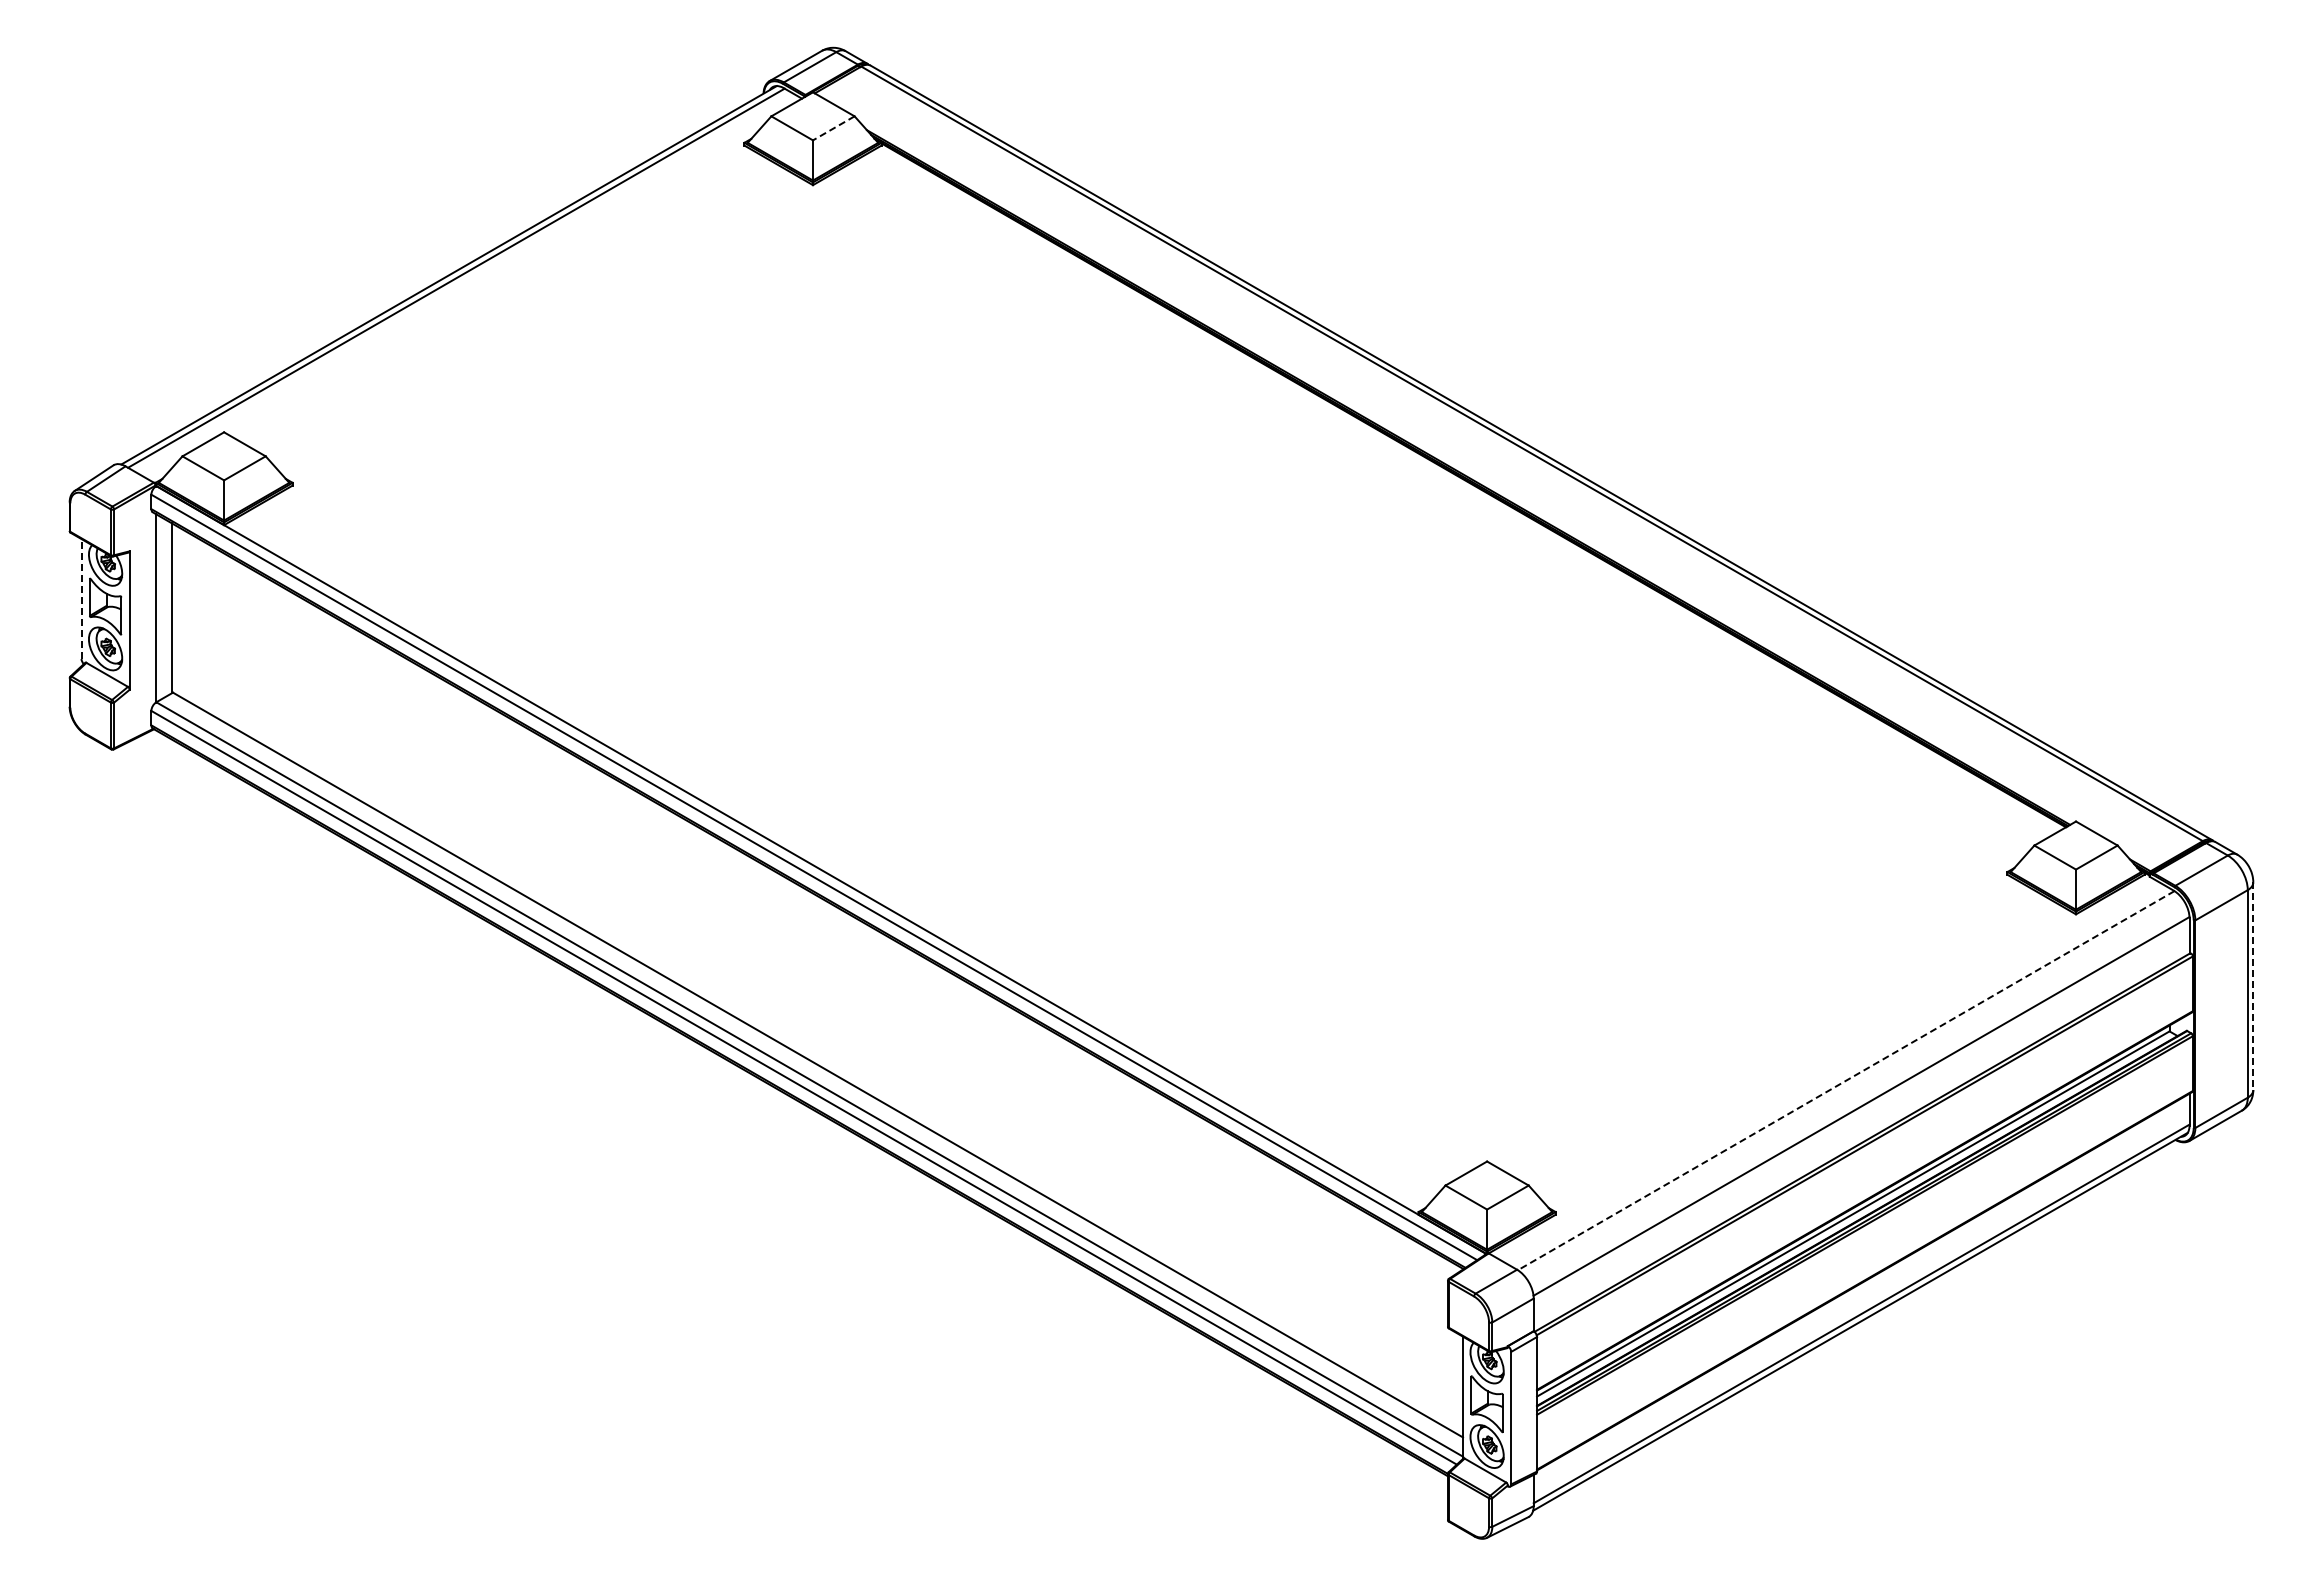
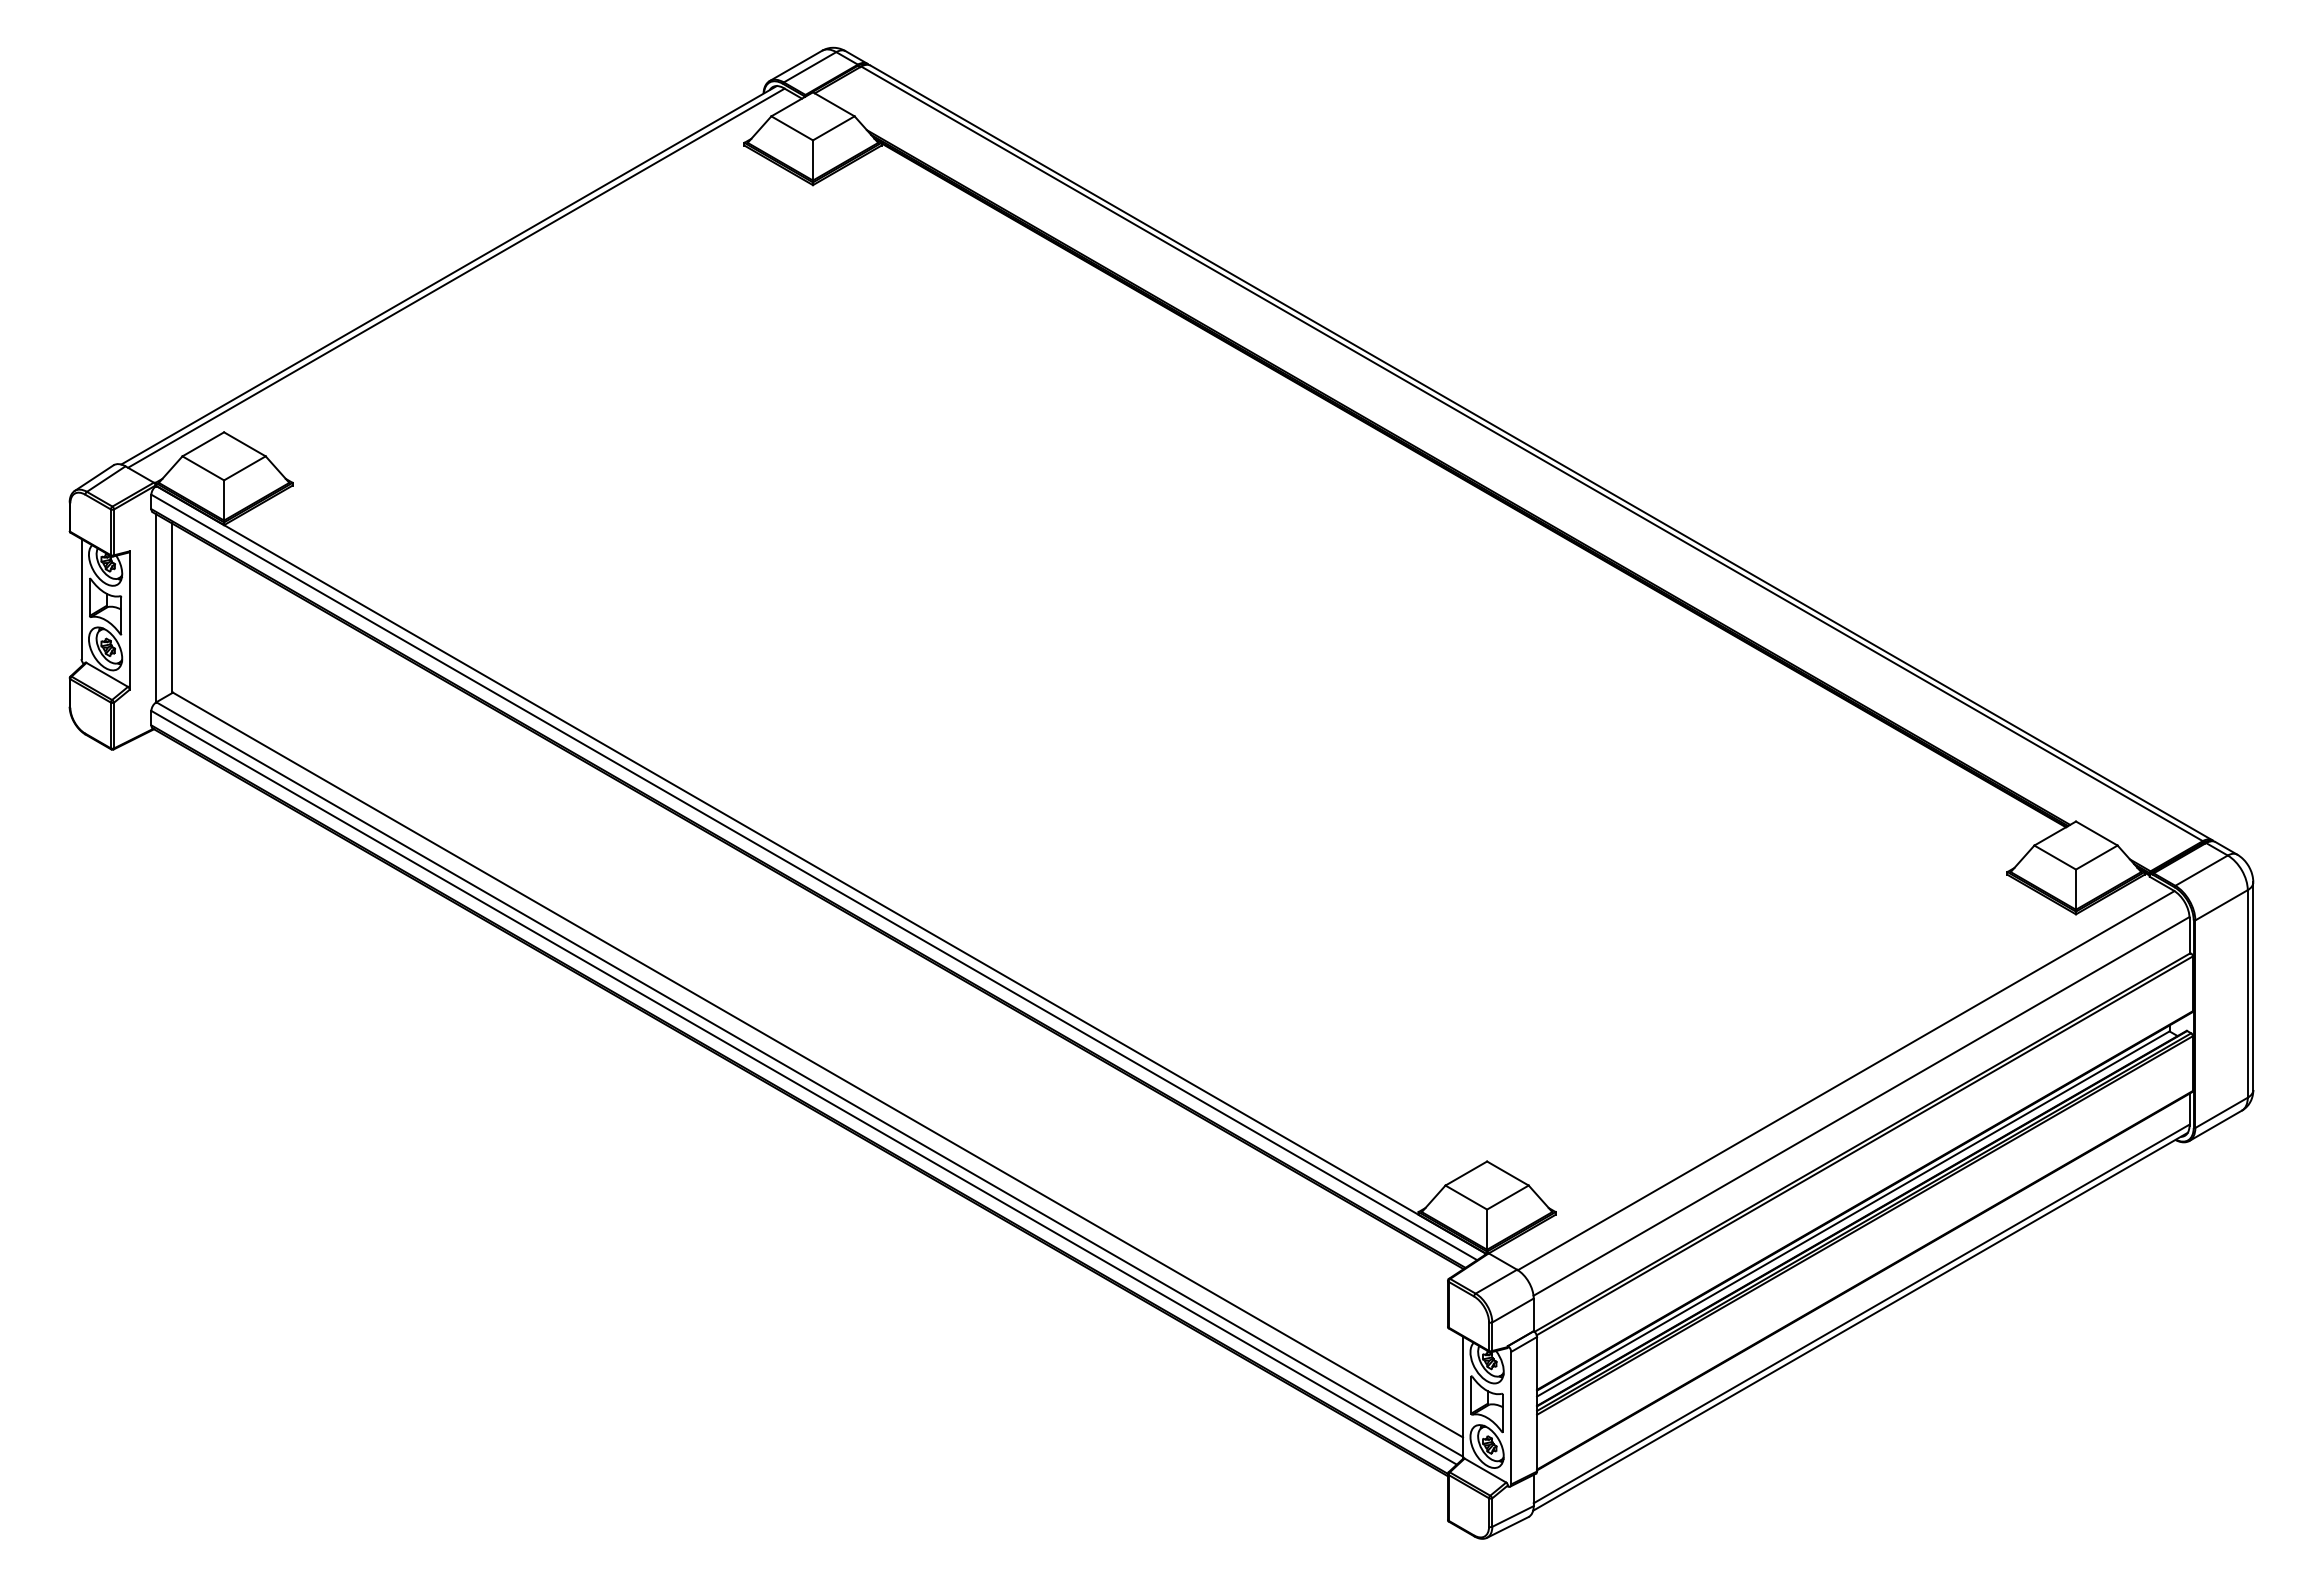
line at (833, 128): dashed -> solid
line at (81, 599): dashed -> solid
line at (2253, 986): dashed -> solid
line at (1845, 1080): dashed -> solid
